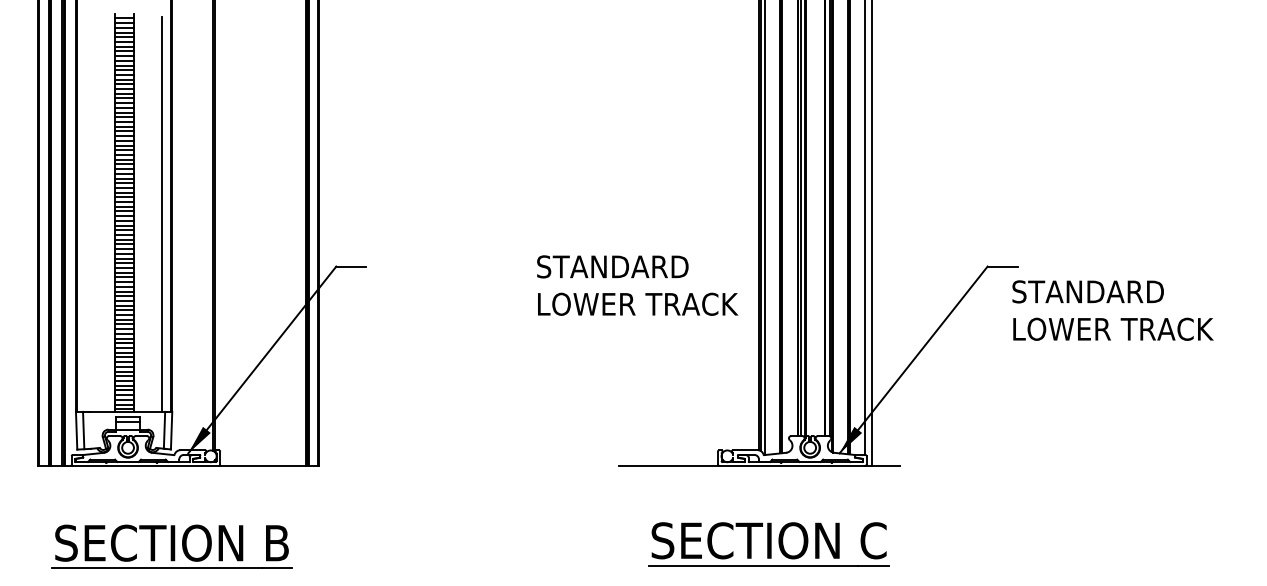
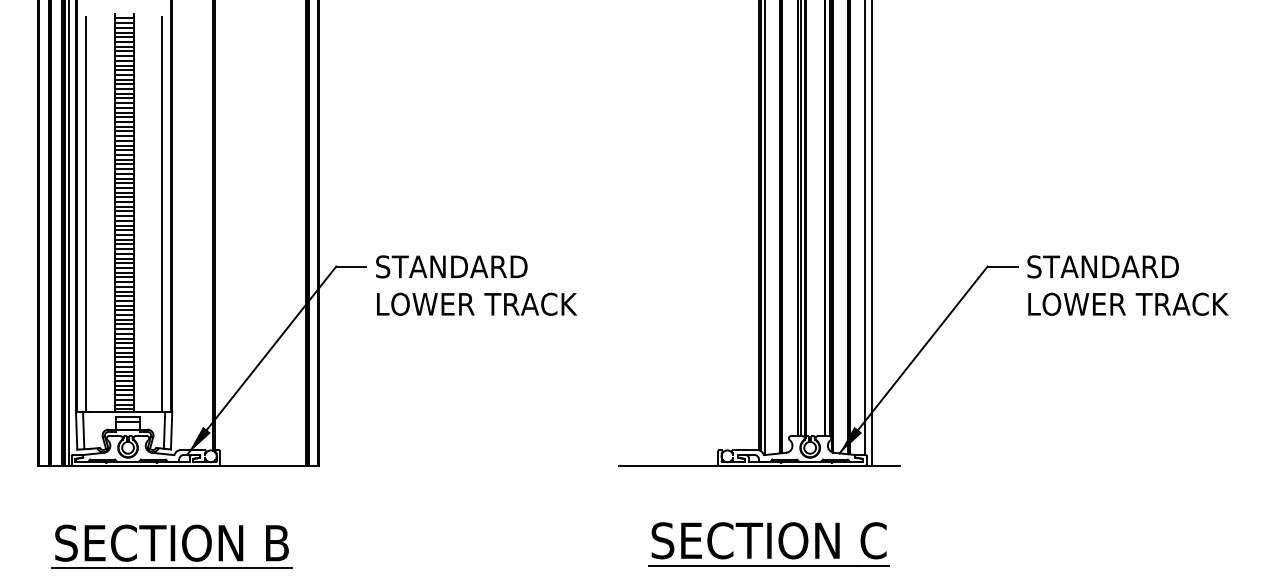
line at (86, 213): none -> present
line at (68, 233): none -> present
text at (637, 285) position: (637, 285) -> (476, 285)
text at (1112, 310) position: (1112, 310) -> (1127, 285)
